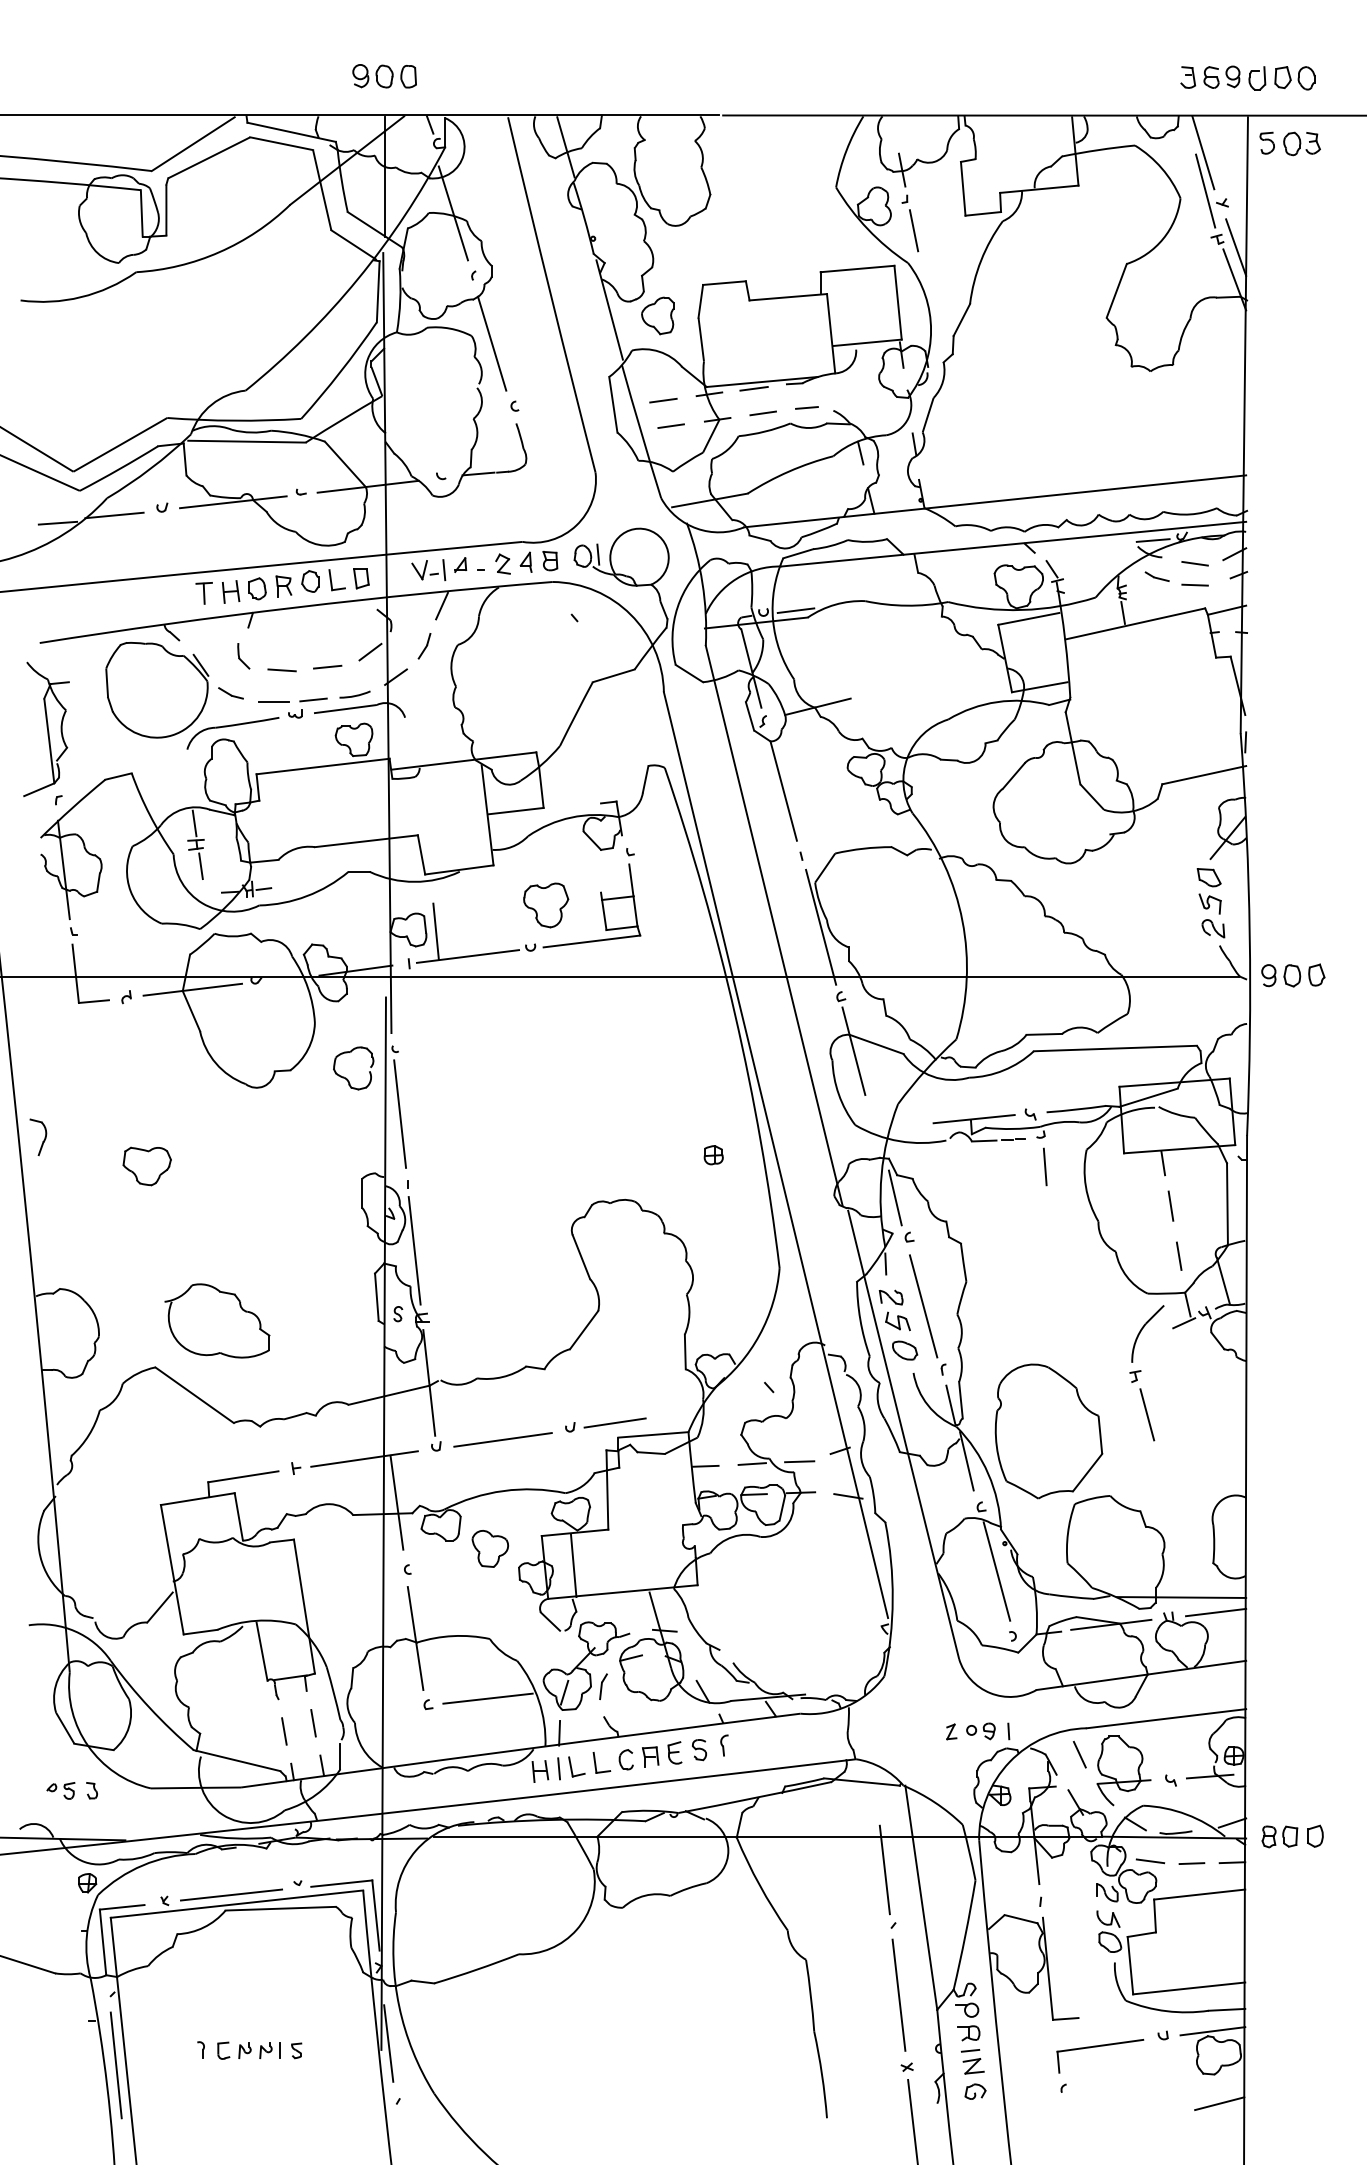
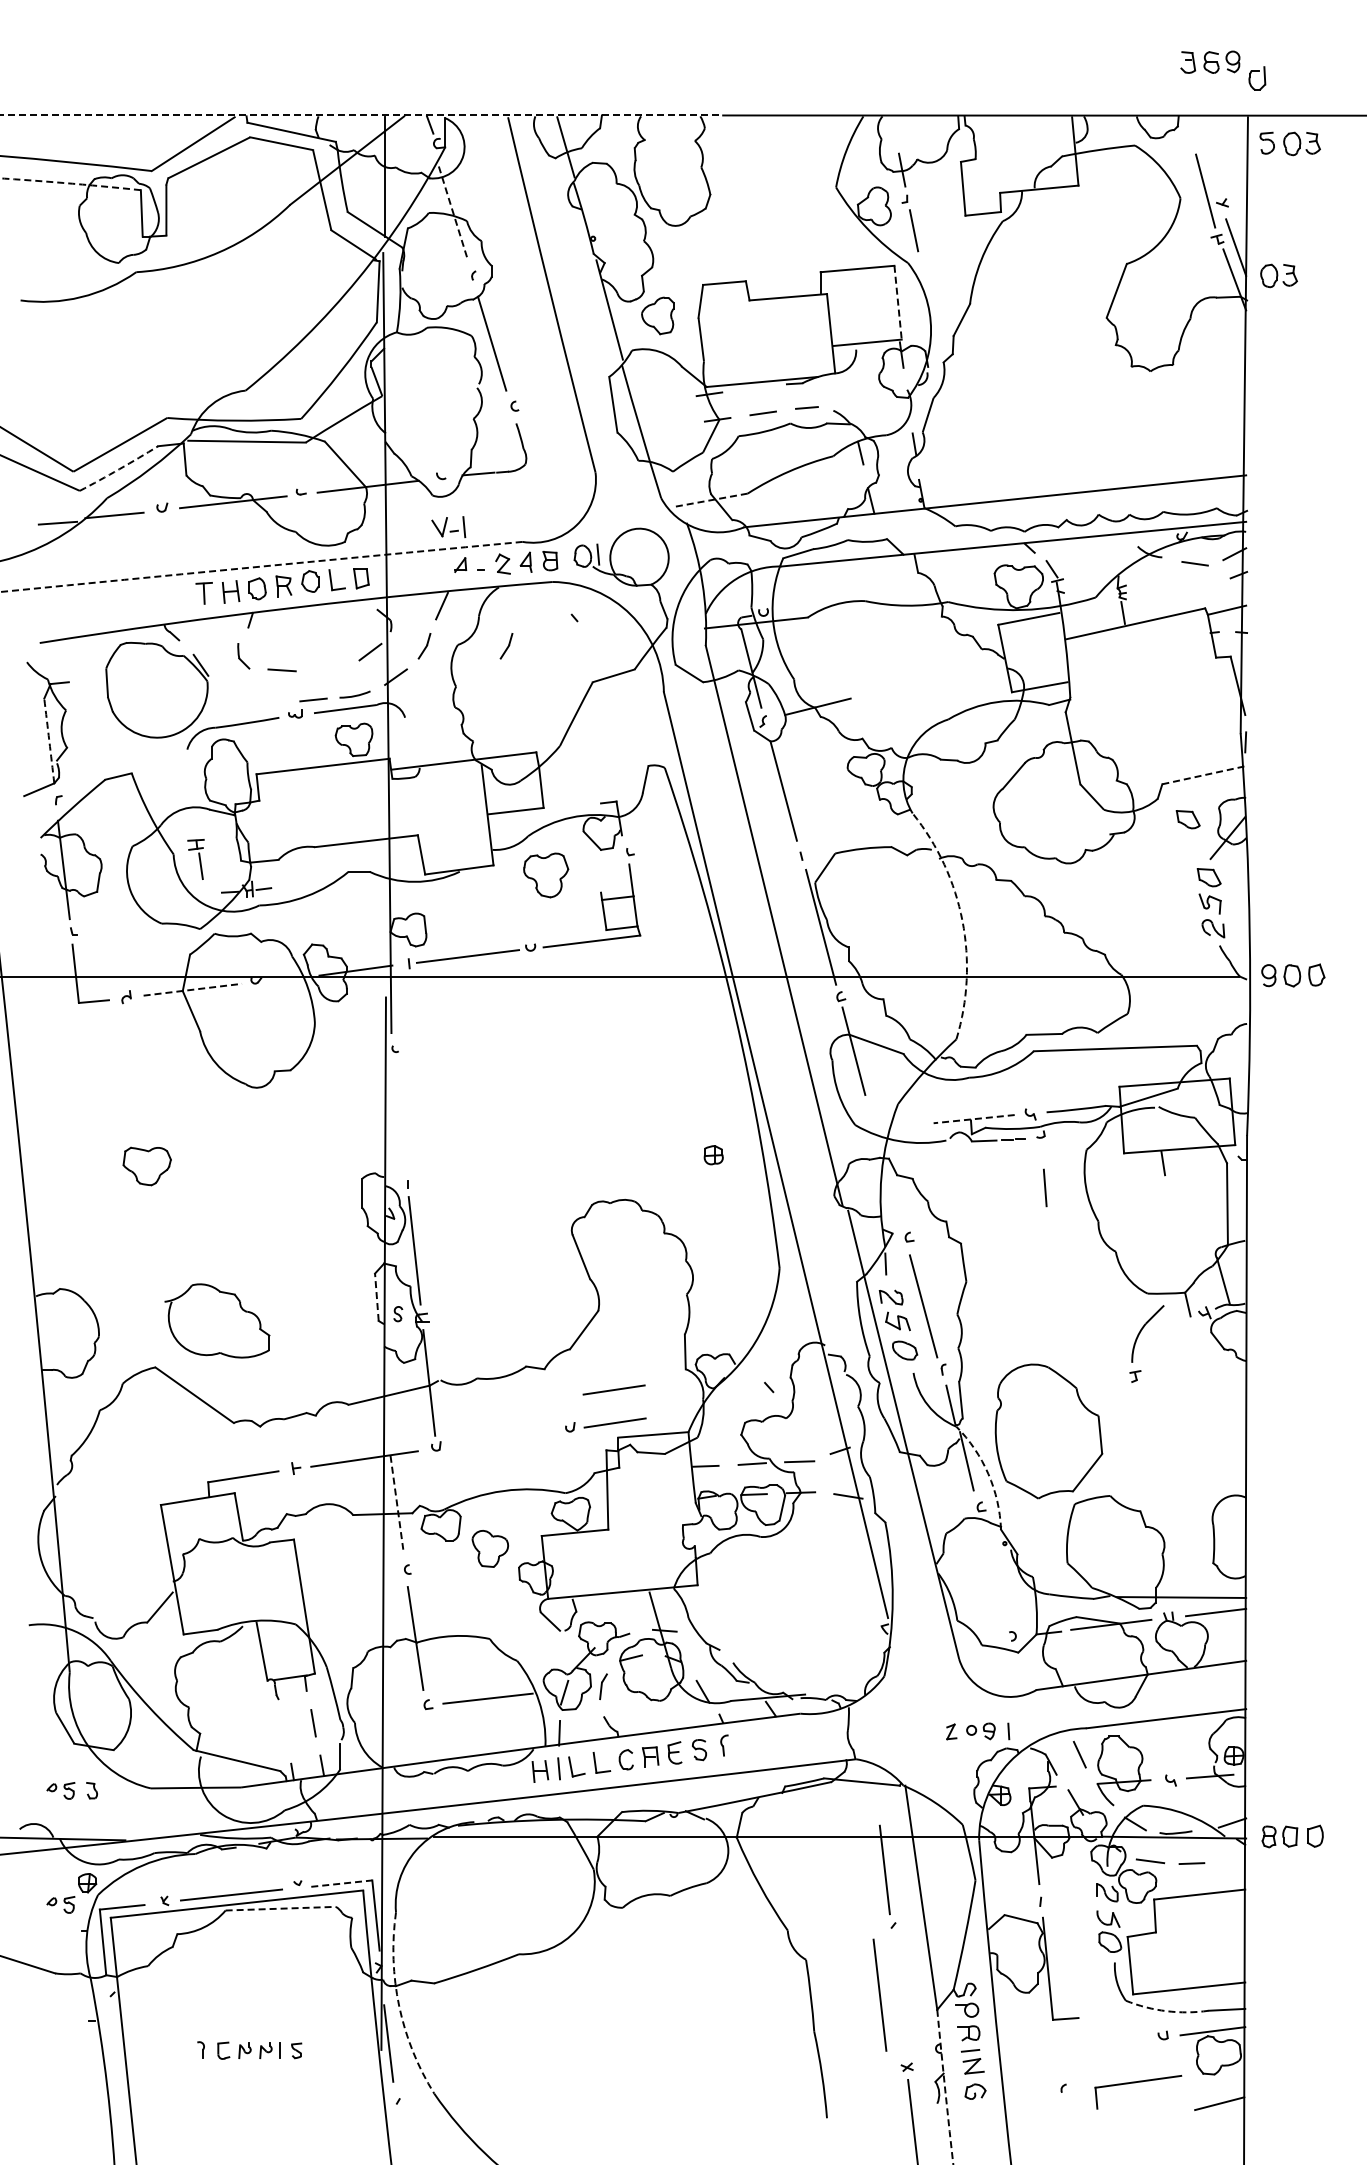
part at (384, 76): present -> none
part at (1210, 76) position: (1210, 76) -> (1210, 61)
part at (1294, 78): present -> none
line at (360, 115): solid -> dashed
line at (1203, 152): present -> none
arc at (69, 183): solid -> dashed
line at (453, 213): solid -> dashed
part at (1278, 275): none -> present
line at (898, 303): solid -> dashed
line at (753, 388): present -> none
line at (663, 400): present -> none
line at (670, 425): present -> none
arc at (119, 469): solid -> dashed
line at (709, 500): solid -> dashed
line at (1152, 540): present -> none
arc at (261, 566): solid -> dashed
part at (428, 570) position: (428, 570) -> (448, 527)
part at (1156, 576): present -> none
line at (1194, 584): present -> none
line at (795, 610): present -> none
part at (506, 646): none -> present
line at (327, 666): present -> none
part at (230, 693): present -> none
line at (273, 702): present -> none
arc at (49, 741): solid -> dashed
line at (1204, 775): solid -> dashed
part at (1187, 819): none -> present
line at (194, 823): present -> none
part at (546, 905) position: (546, 905) -> (546, 875)
arc at (962, 921): solid -> dashed
line at (435, 931): present -> none
line at (192, 989): solid -> dashed
part at (347, 1078): present -> none
line at (400, 1113): present -> none
line at (974, 1119): solid -> dashed
part at (38, 1137): present -> none
line at (1045, 1166) position: (1045, 1166) -> (1045, 1187)
line at (894, 1197): present -> none
line at (1170, 1205): present -> none
line at (1178, 1255): present -> none
line at (376, 1297): solid -> dashed
line at (1184, 1323): present -> none
line at (613, 1389): none -> present
line at (1147, 1414): present -> none
line at (502, 1439): present -> none
arc at (988, 1473): solid -> dashed
line at (396, 1503): solid -> dashed
line at (573, 1565): present -> none
line at (996, 1571): present -> none
line at (284, 1731): present -> none
line at (1232, 1862): present -> none
line at (341, 1883): solid -> dashed
part at (60, 1904): none -> present
line at (281, 1908): solid -> dashed
line at (898, 1994) position: (898, 1994) -> (879, 1994)
arc at (399, 2006): solid -> dashed
arc at (1166, 2011): solid -> dashed
part at (1097, 2047) position: (1097, 2047) -> (1135, 2083)
line at (115, 2065): present -> none
arc at (945, 2088): solid -> dashed
